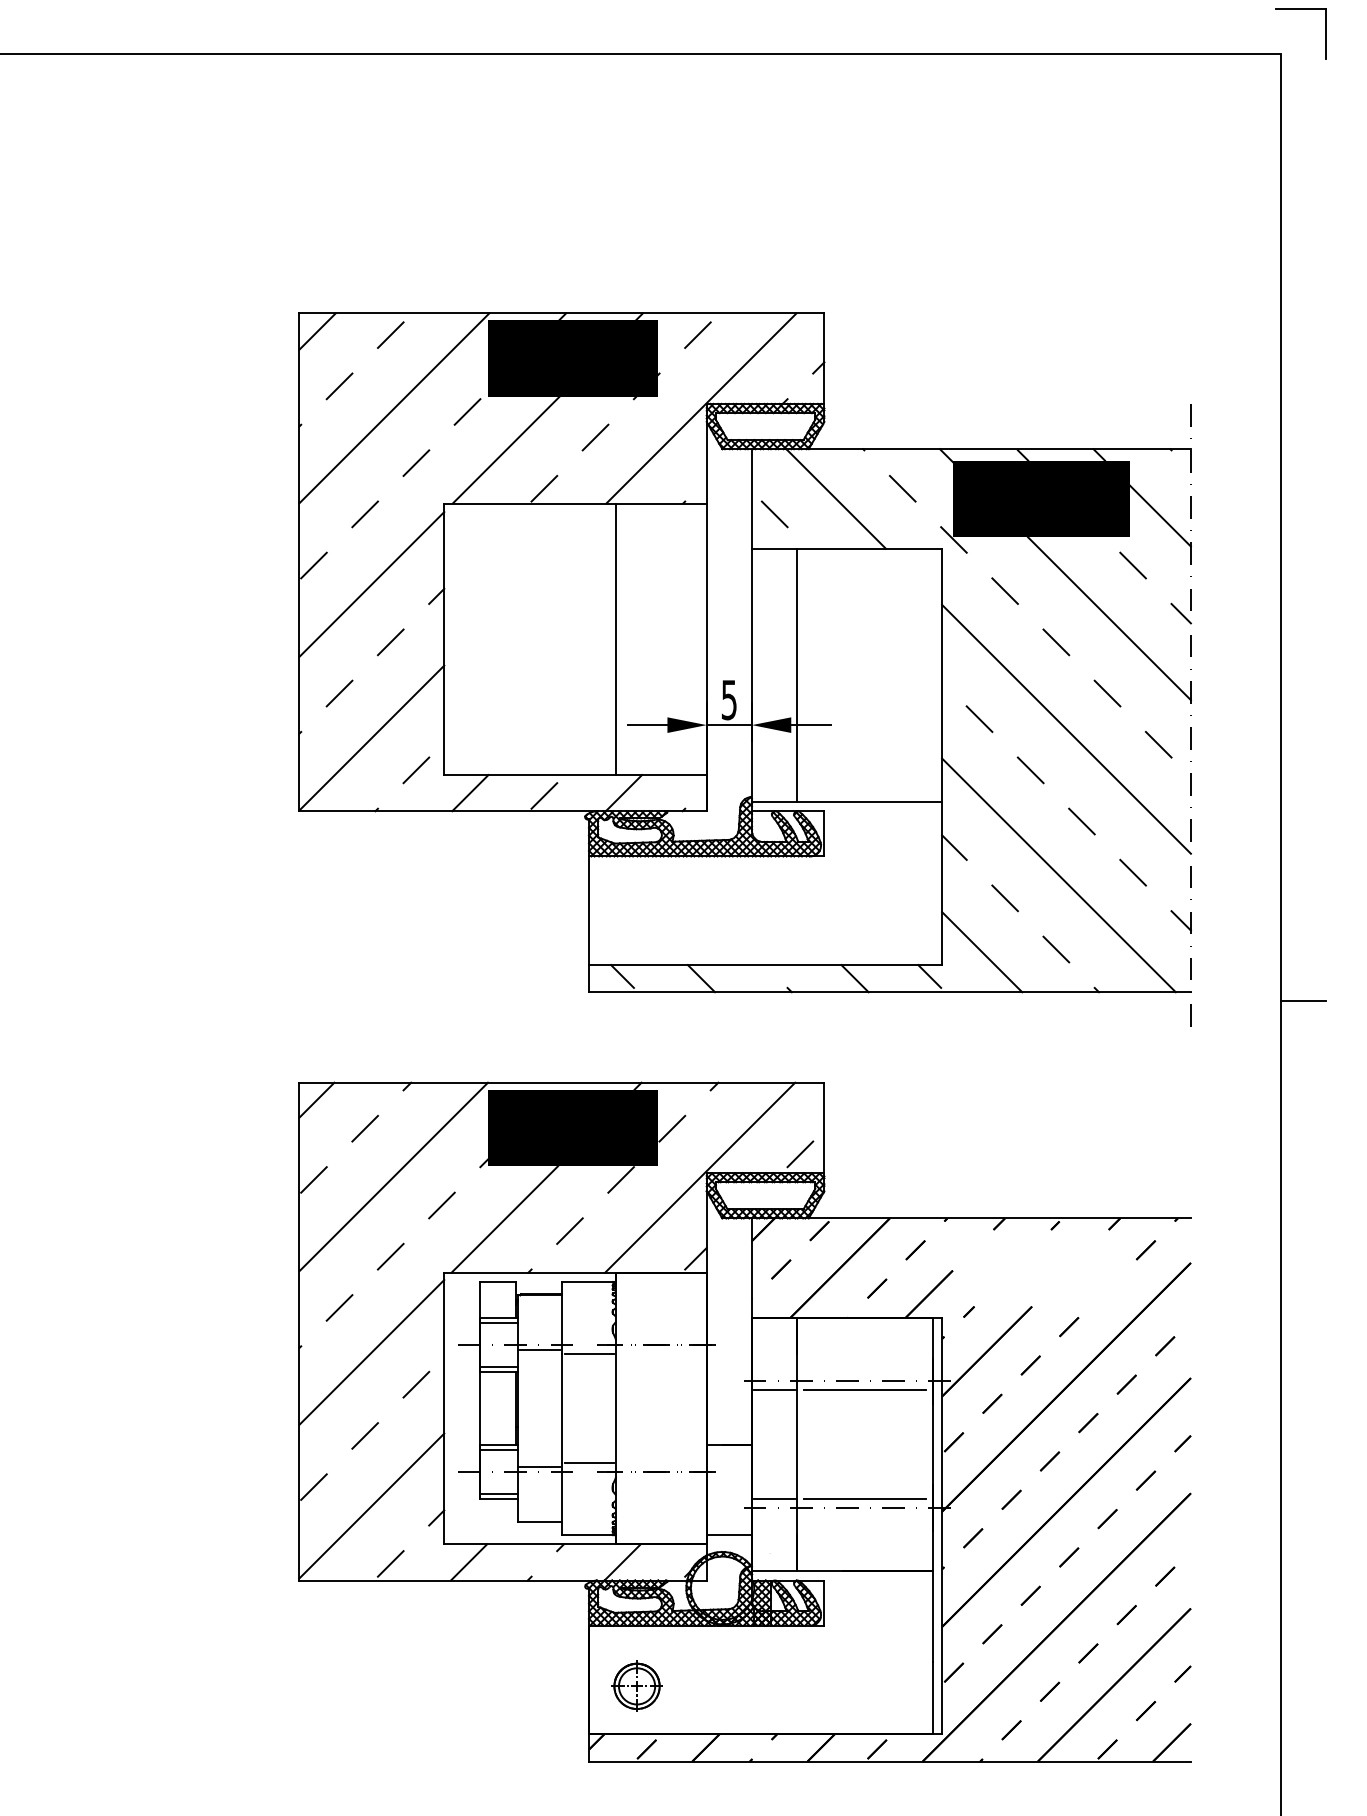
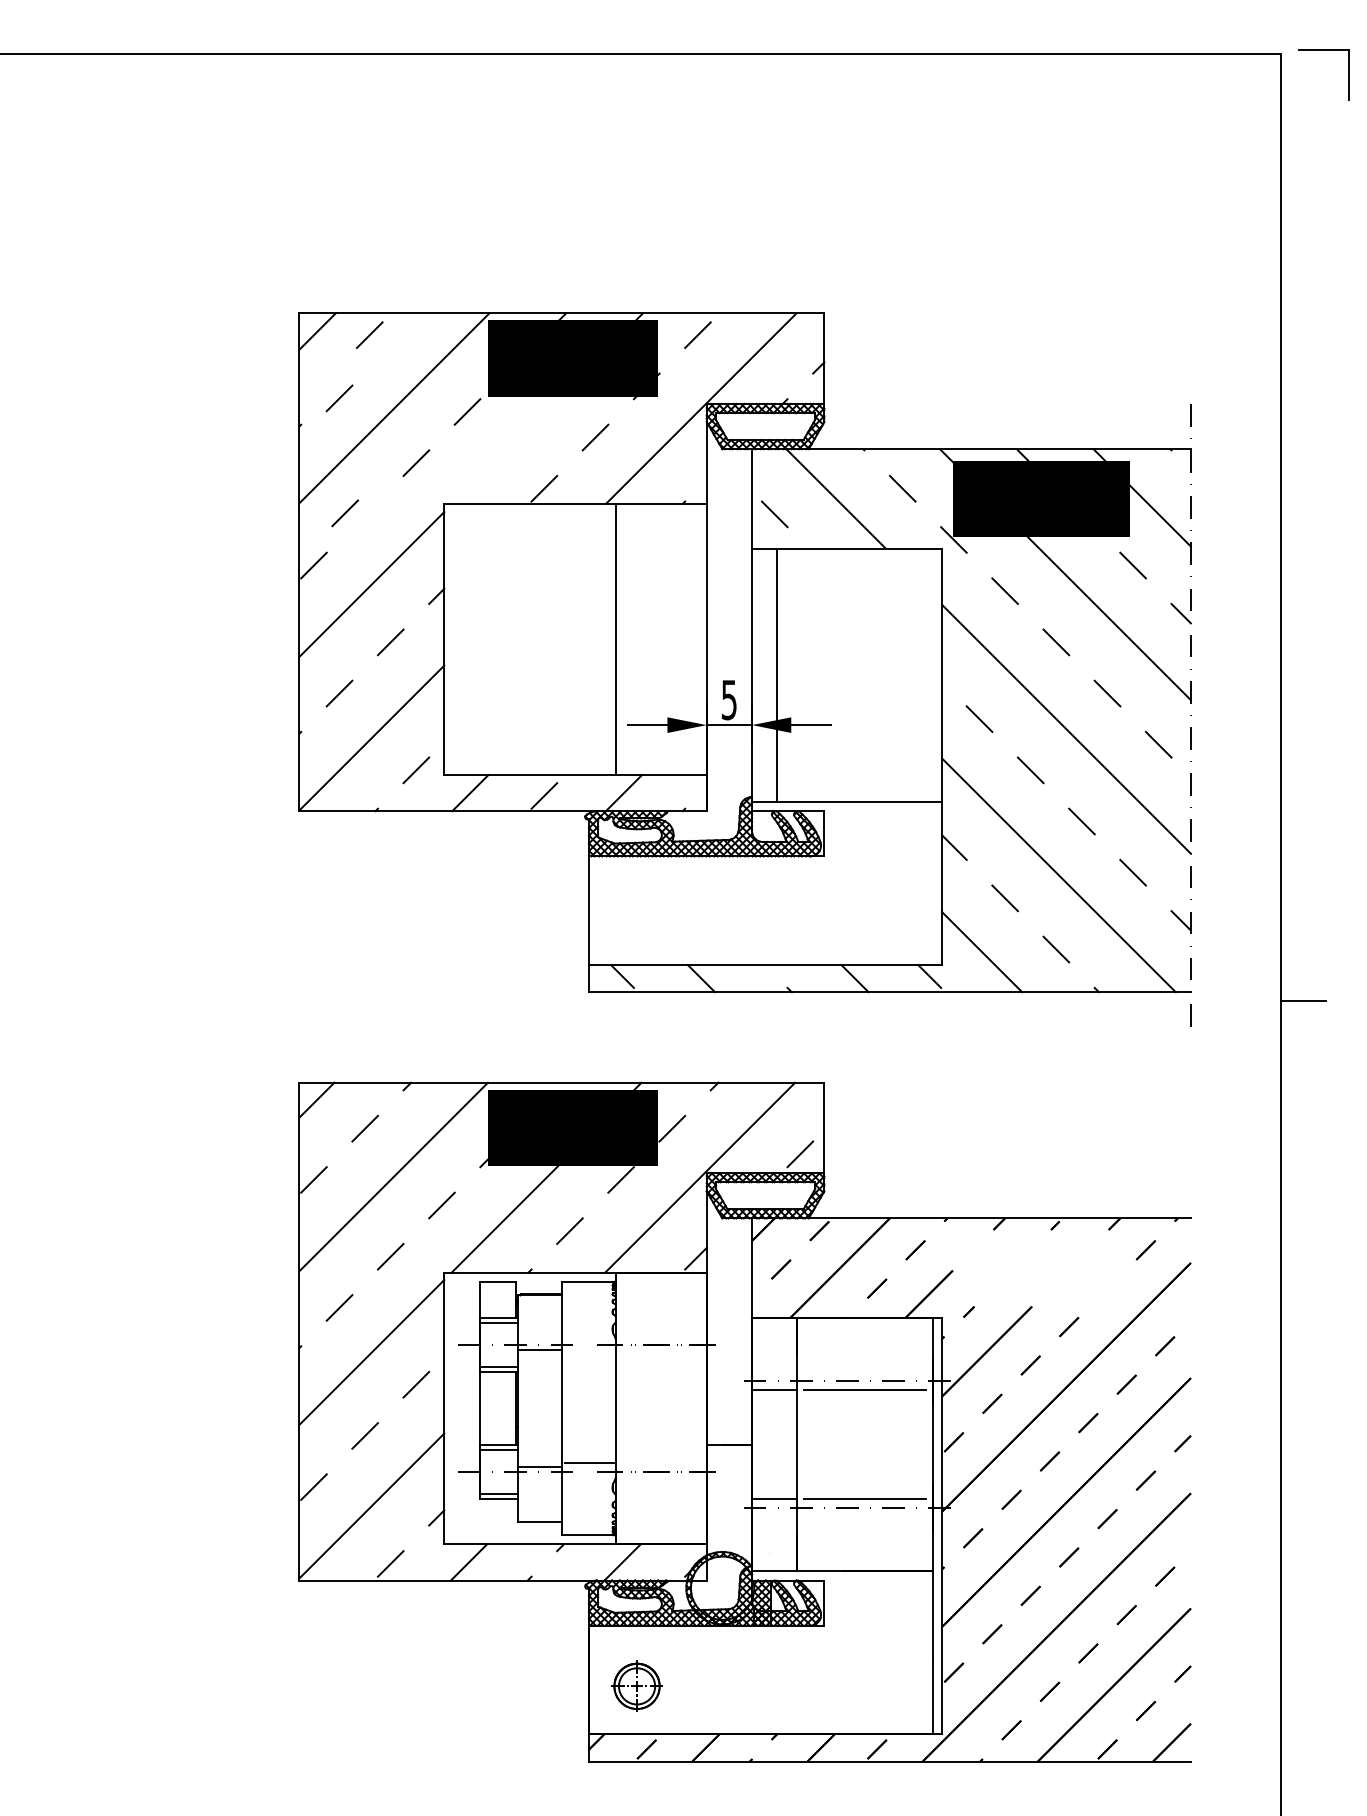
part at (1300, 9) position: (1300, 9) -> (1323, 50)
line at (390, 334) position: (390, 334) -> (369, 334)
line at (339, 386) position: (339, 386) -> (339, 398)
line at (505, 450): present -> none
line at (364, 514) position: (364, 514) -> (344, 513)
line at (797, 675) position: (797, 675) -> (777, 675)
line at (588, 1354): present -> none
line at (729, 1535): present -> none
